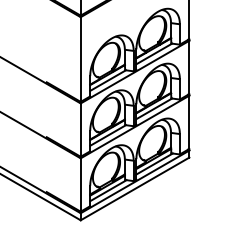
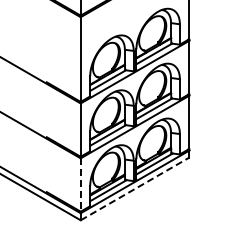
line at (80, 185): solid -> dashed
line at (135, 188): solid -> dashed
